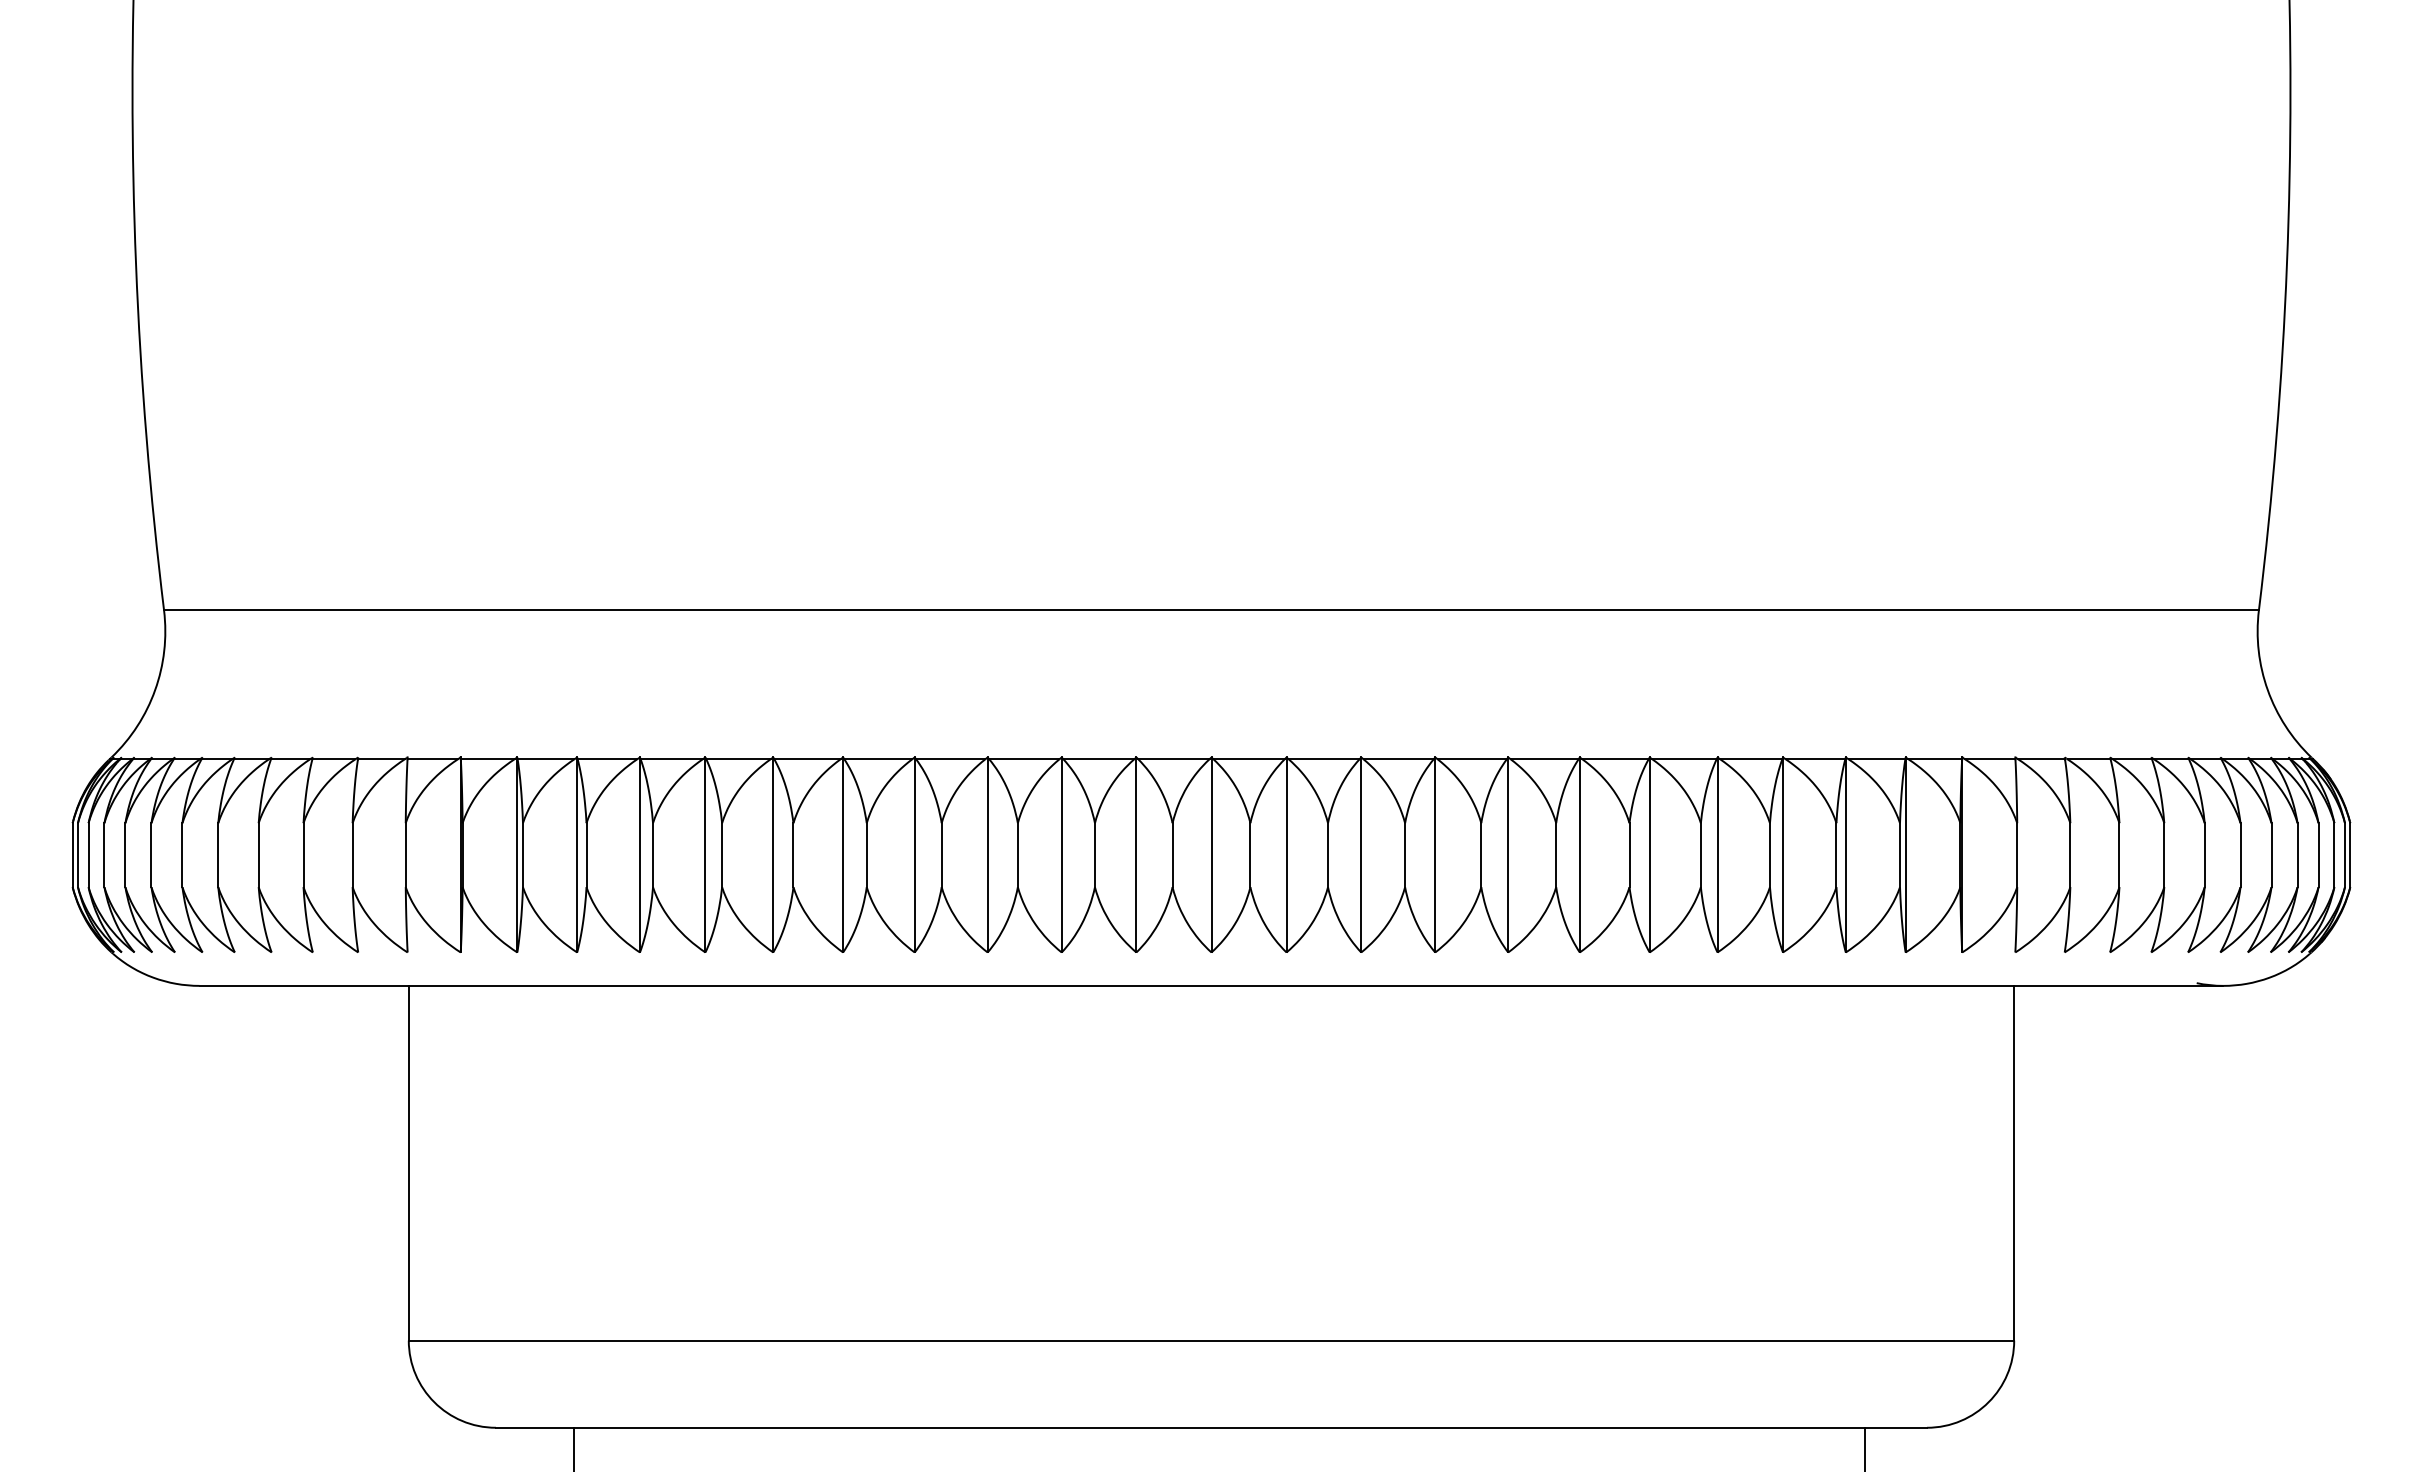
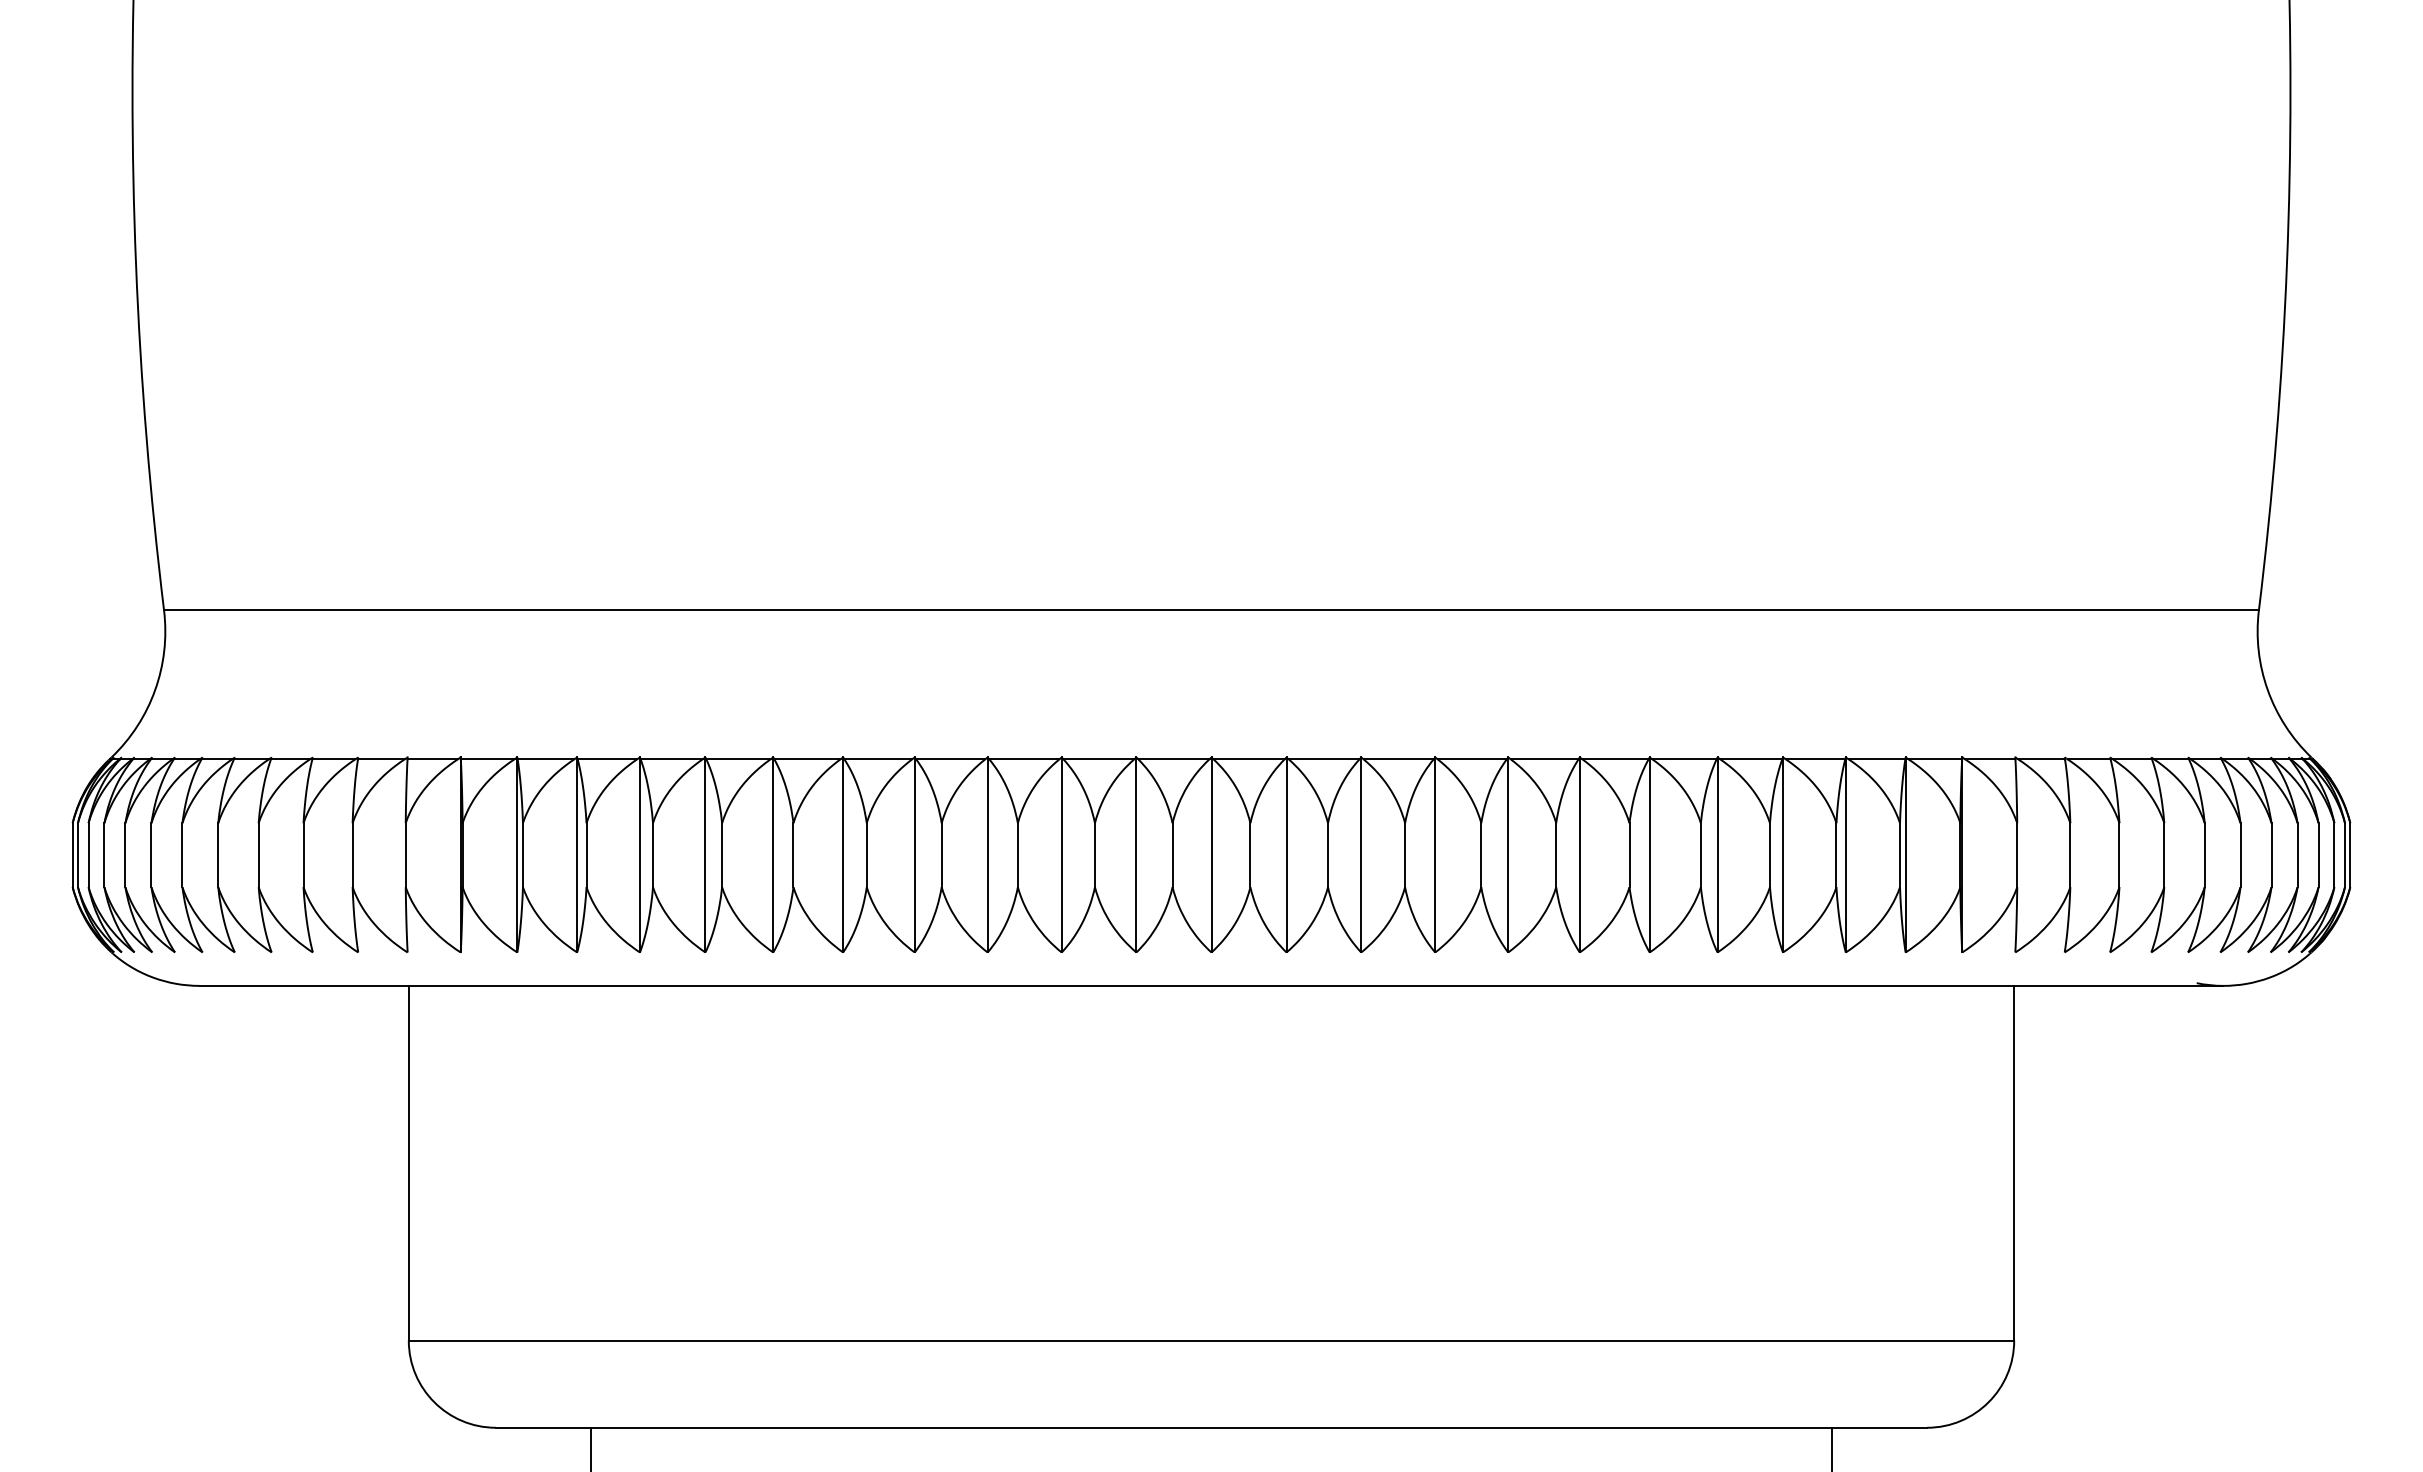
line at (574, 1447) position: (574, 1447) -> (591, 1447)
line at (1864, 1447) position: (1864, 1447) -> (1831, 1447)
